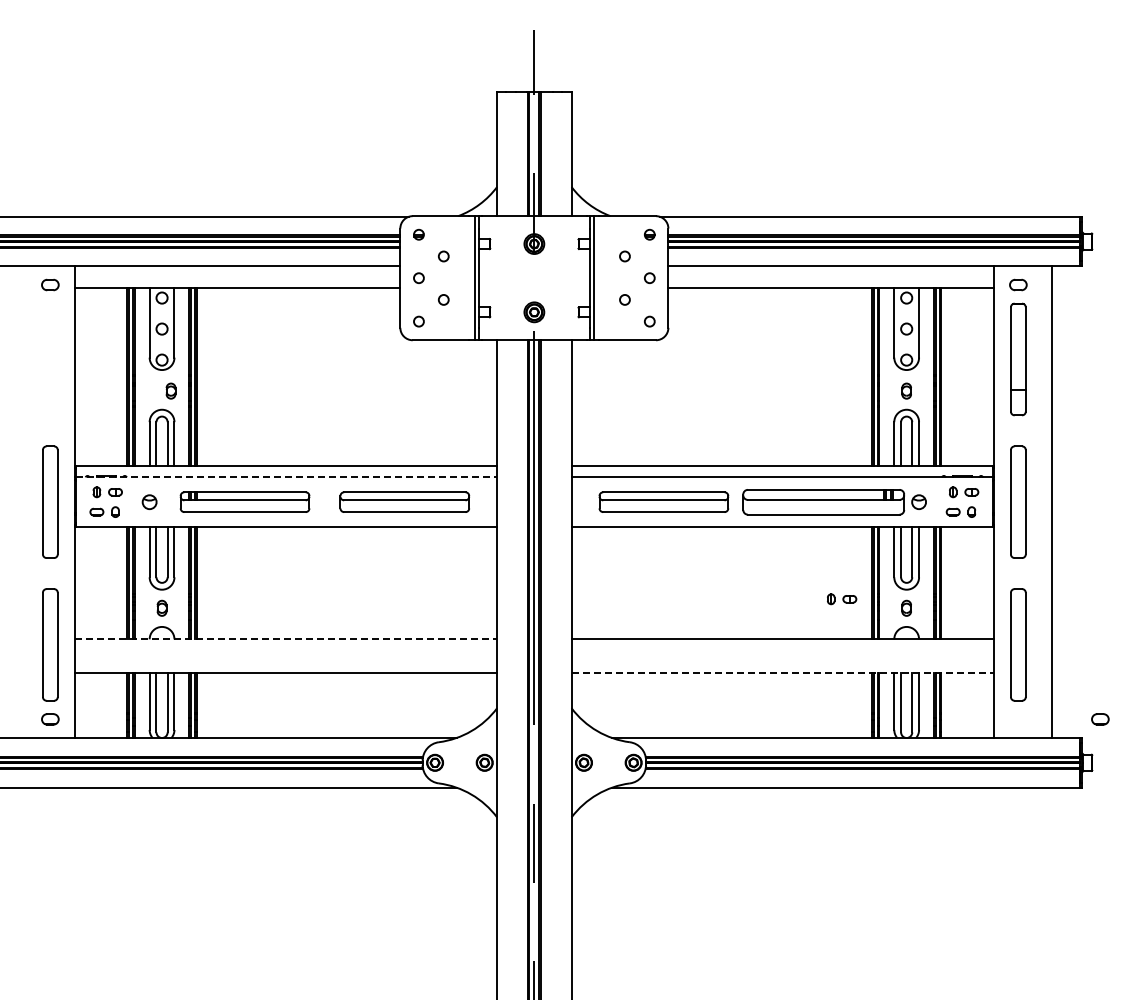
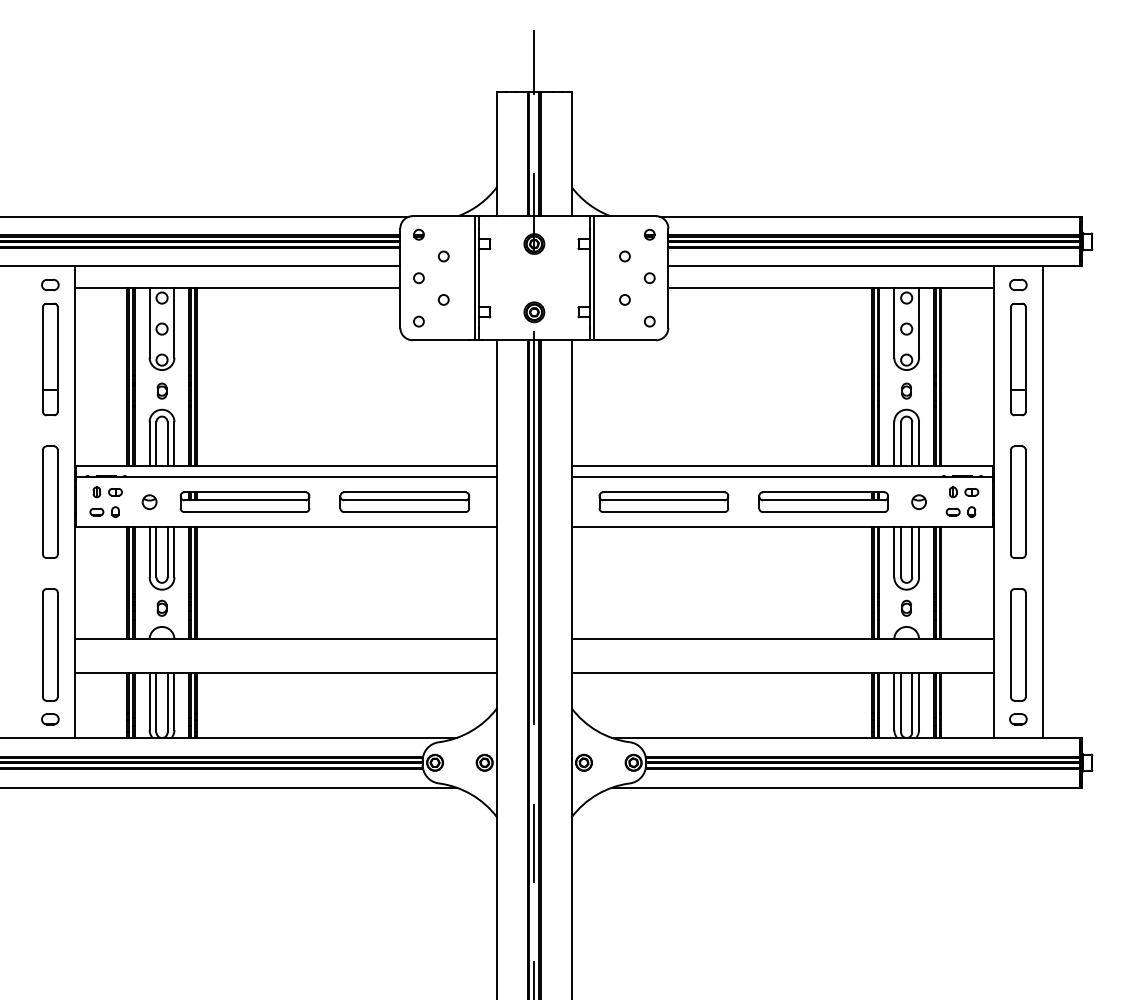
part at (50, 359): none -> present
part at (170, 390) position: (170, 390) -> (161, 390)
line at (286, 477): dashed -> solid
part at (823, 502) size: 164x27 px -> 131x22 px
line at (1052, 502) position: (1052, 502) -> (1043, 502)
part at (842, 599): present -> none
line at (286, 639): dashed -> solid
line at (782, 672): dashed -> solid
part at (1100, 719) position: (1100, 719) -> (1018, 719)
